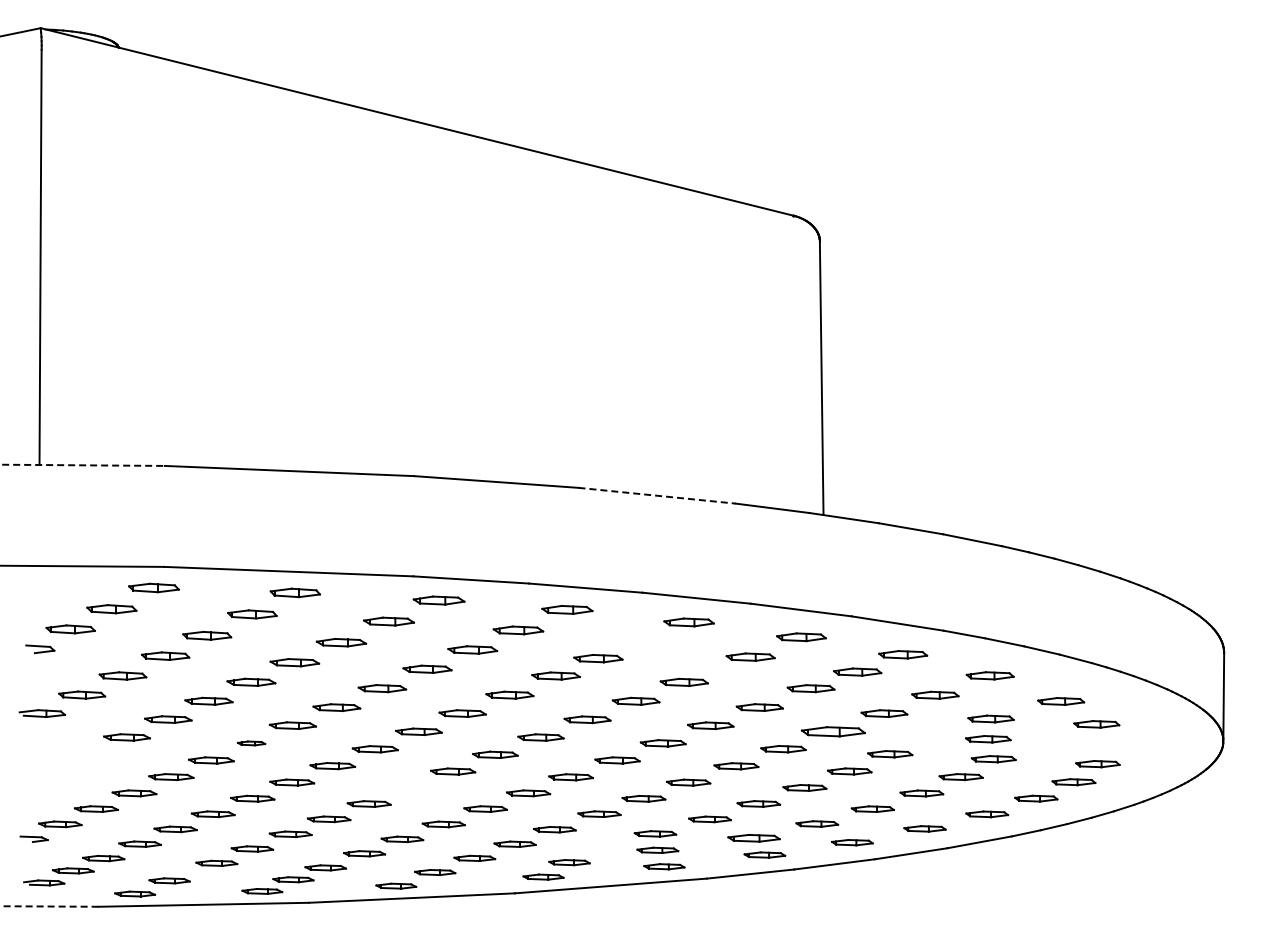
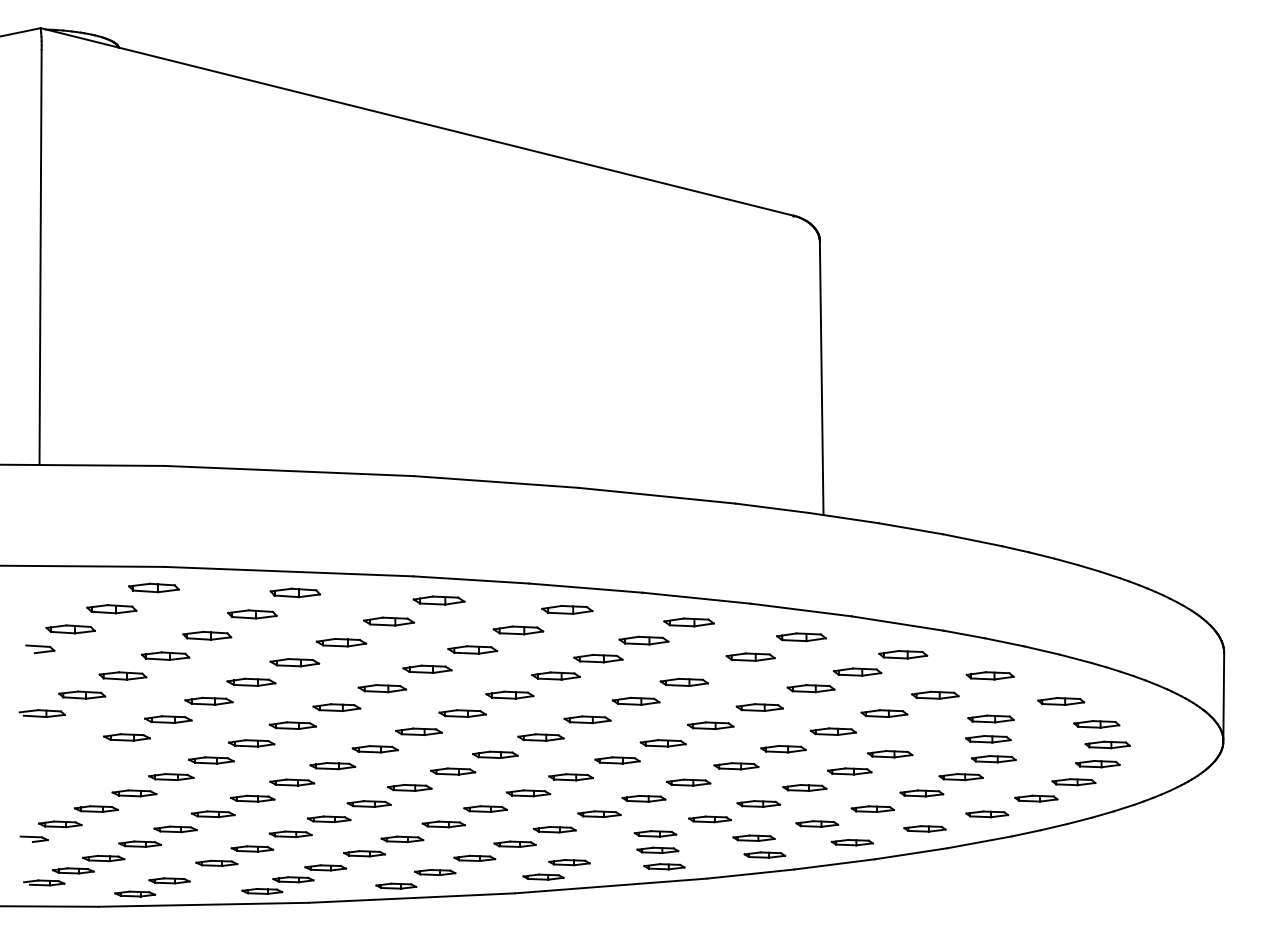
line at (82, 465): dashed -> solid
line at (657, 495): dashed -> solid
part at (643, 640): none -> present
part at (832, 731) size: 66x12 px -> 47x9 px
part at (251, 743) size: 30x7 px -> 49x9 px
part at (1107, 744): none -> present
part at (409, 787): none -> present
part at (753, 838) size: 54x9 px -> 44x8 px
line at (48, 906): dashed -> solid
